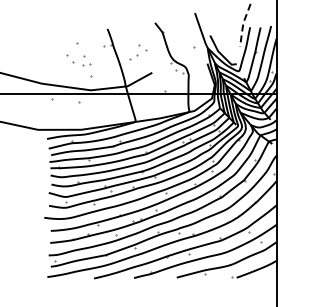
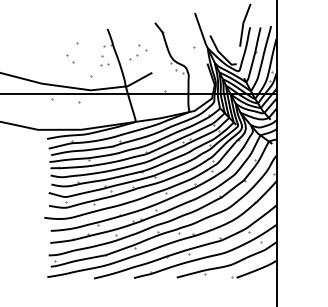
line at (243, 24): dashed -> solid
part at (86, 60) position: (86, 60) -> (104, 60)
